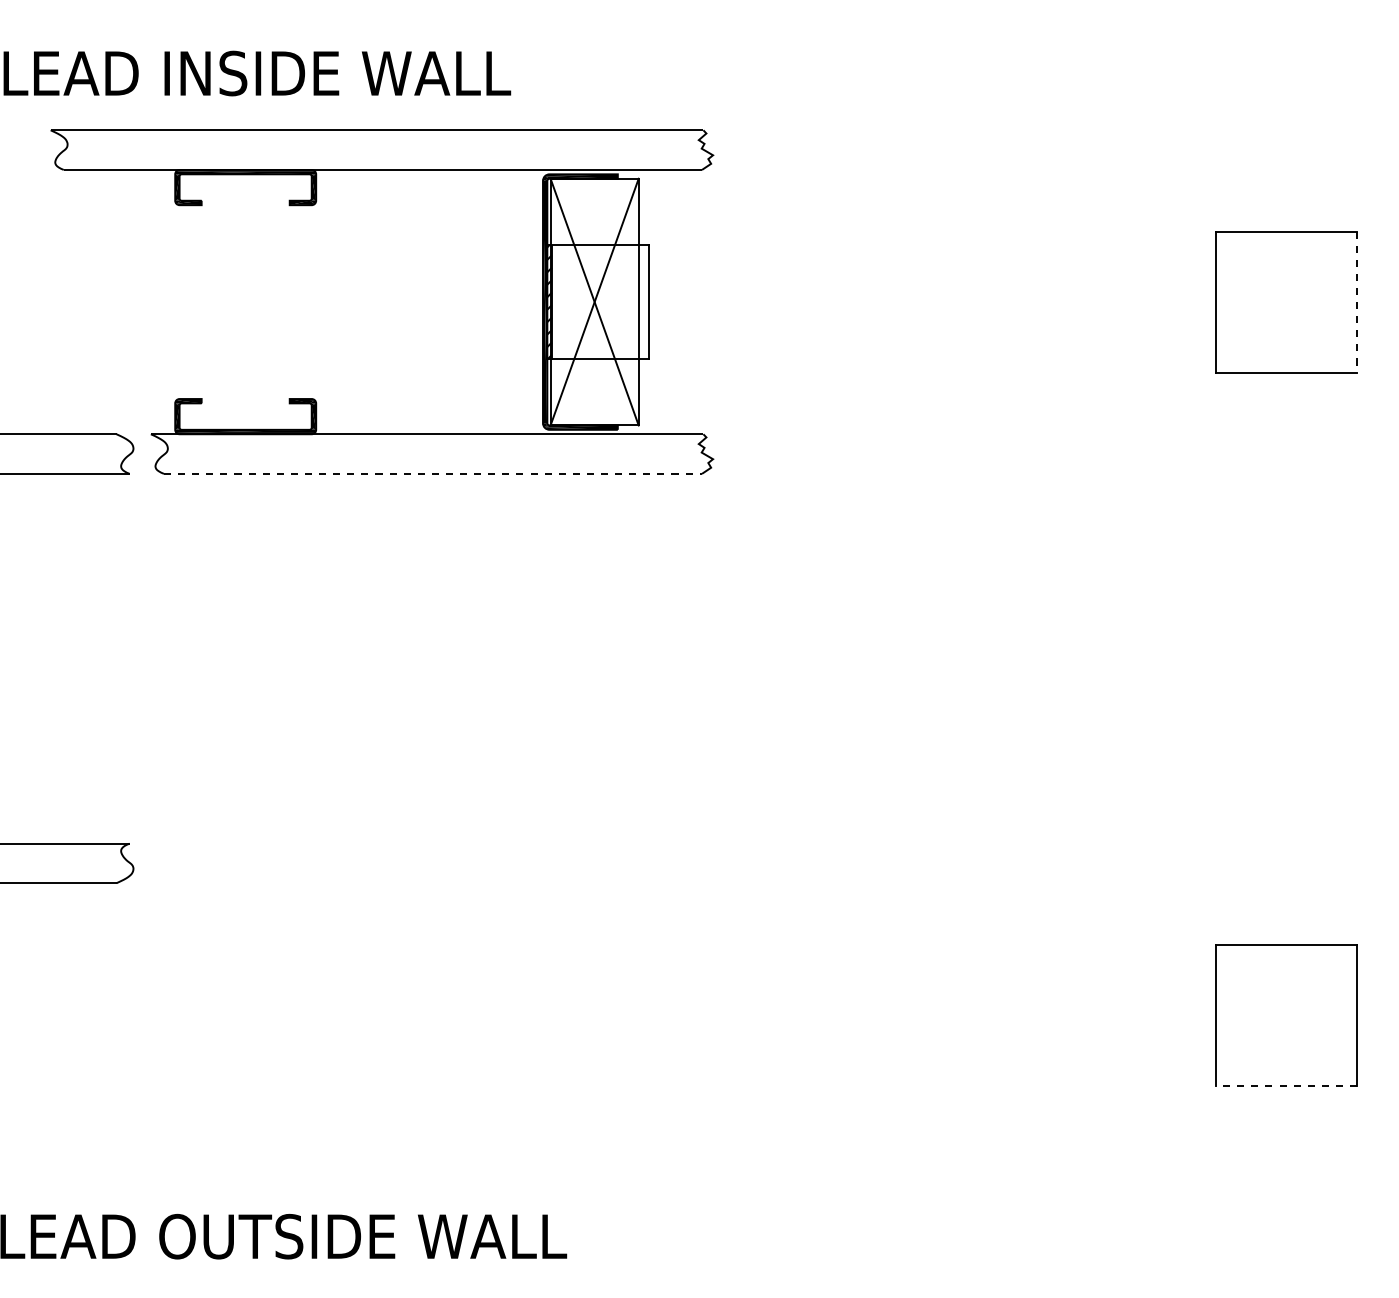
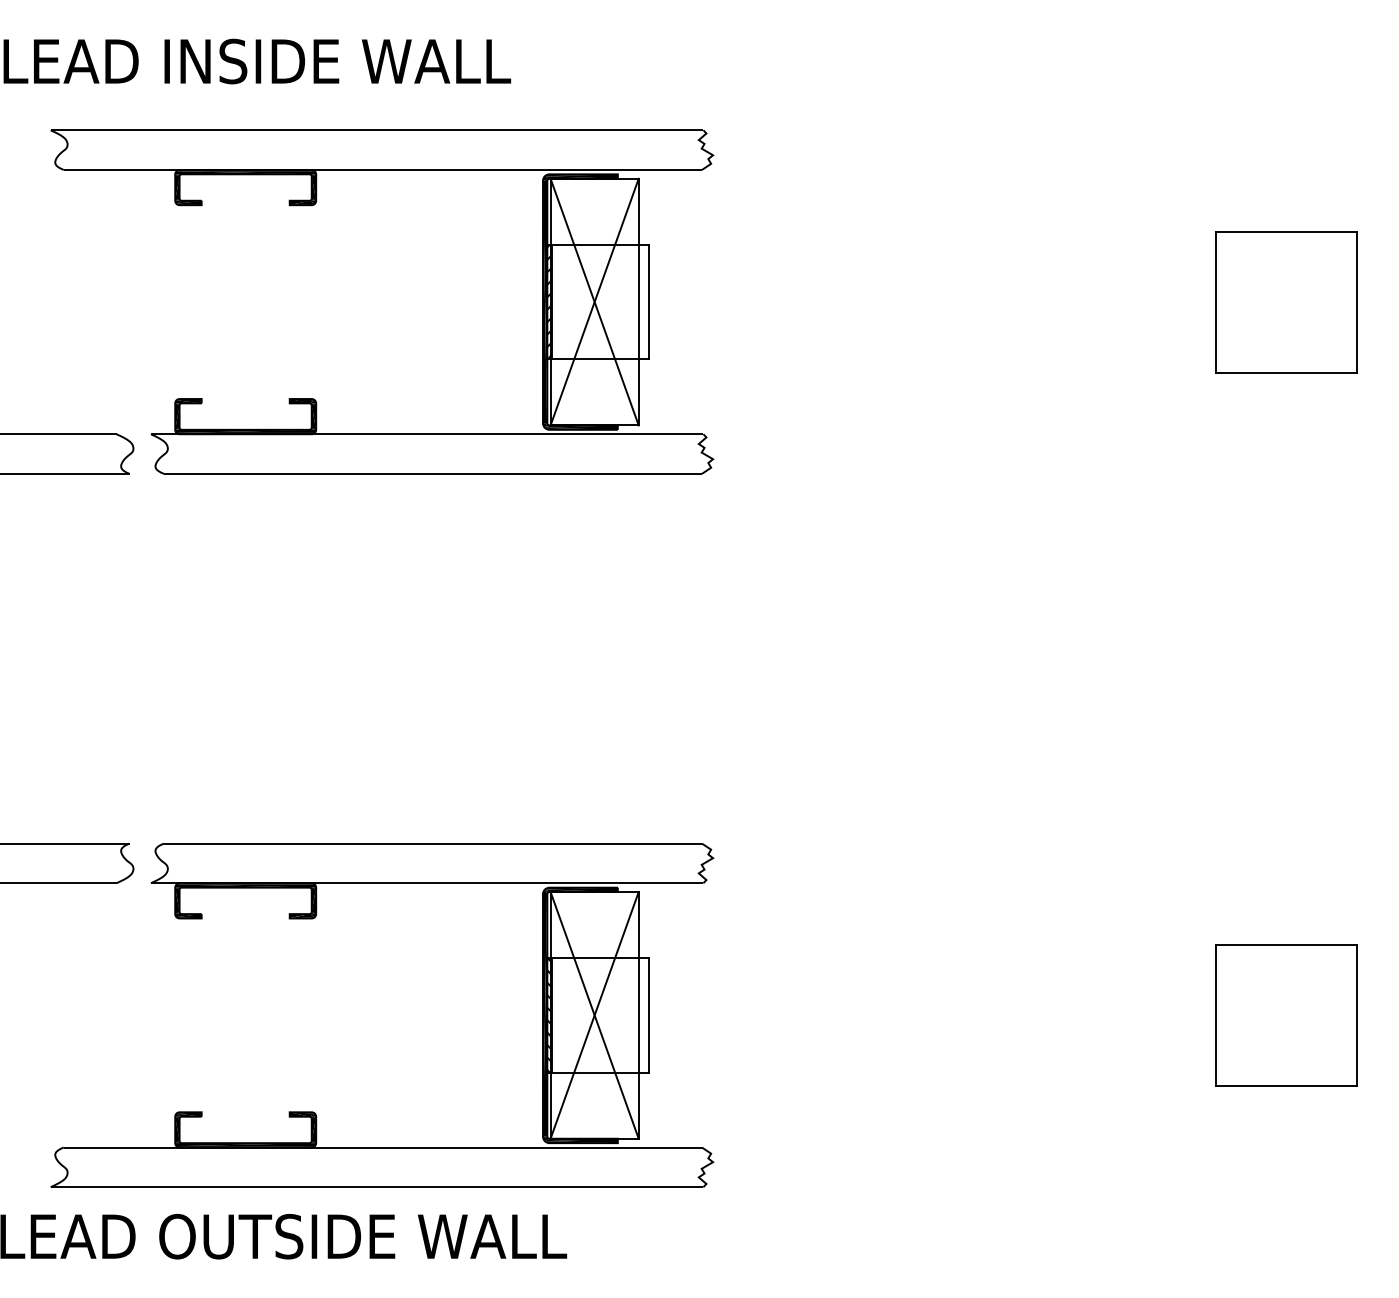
text at (257, 73) position: (257, 73) -> (257, 61)
line at (1357, 302): dashed -> solid
line at (433, 473): dashed -> solid
line at (1286, 1085): dashed -> solid
part at (315, 1112): none -> present
